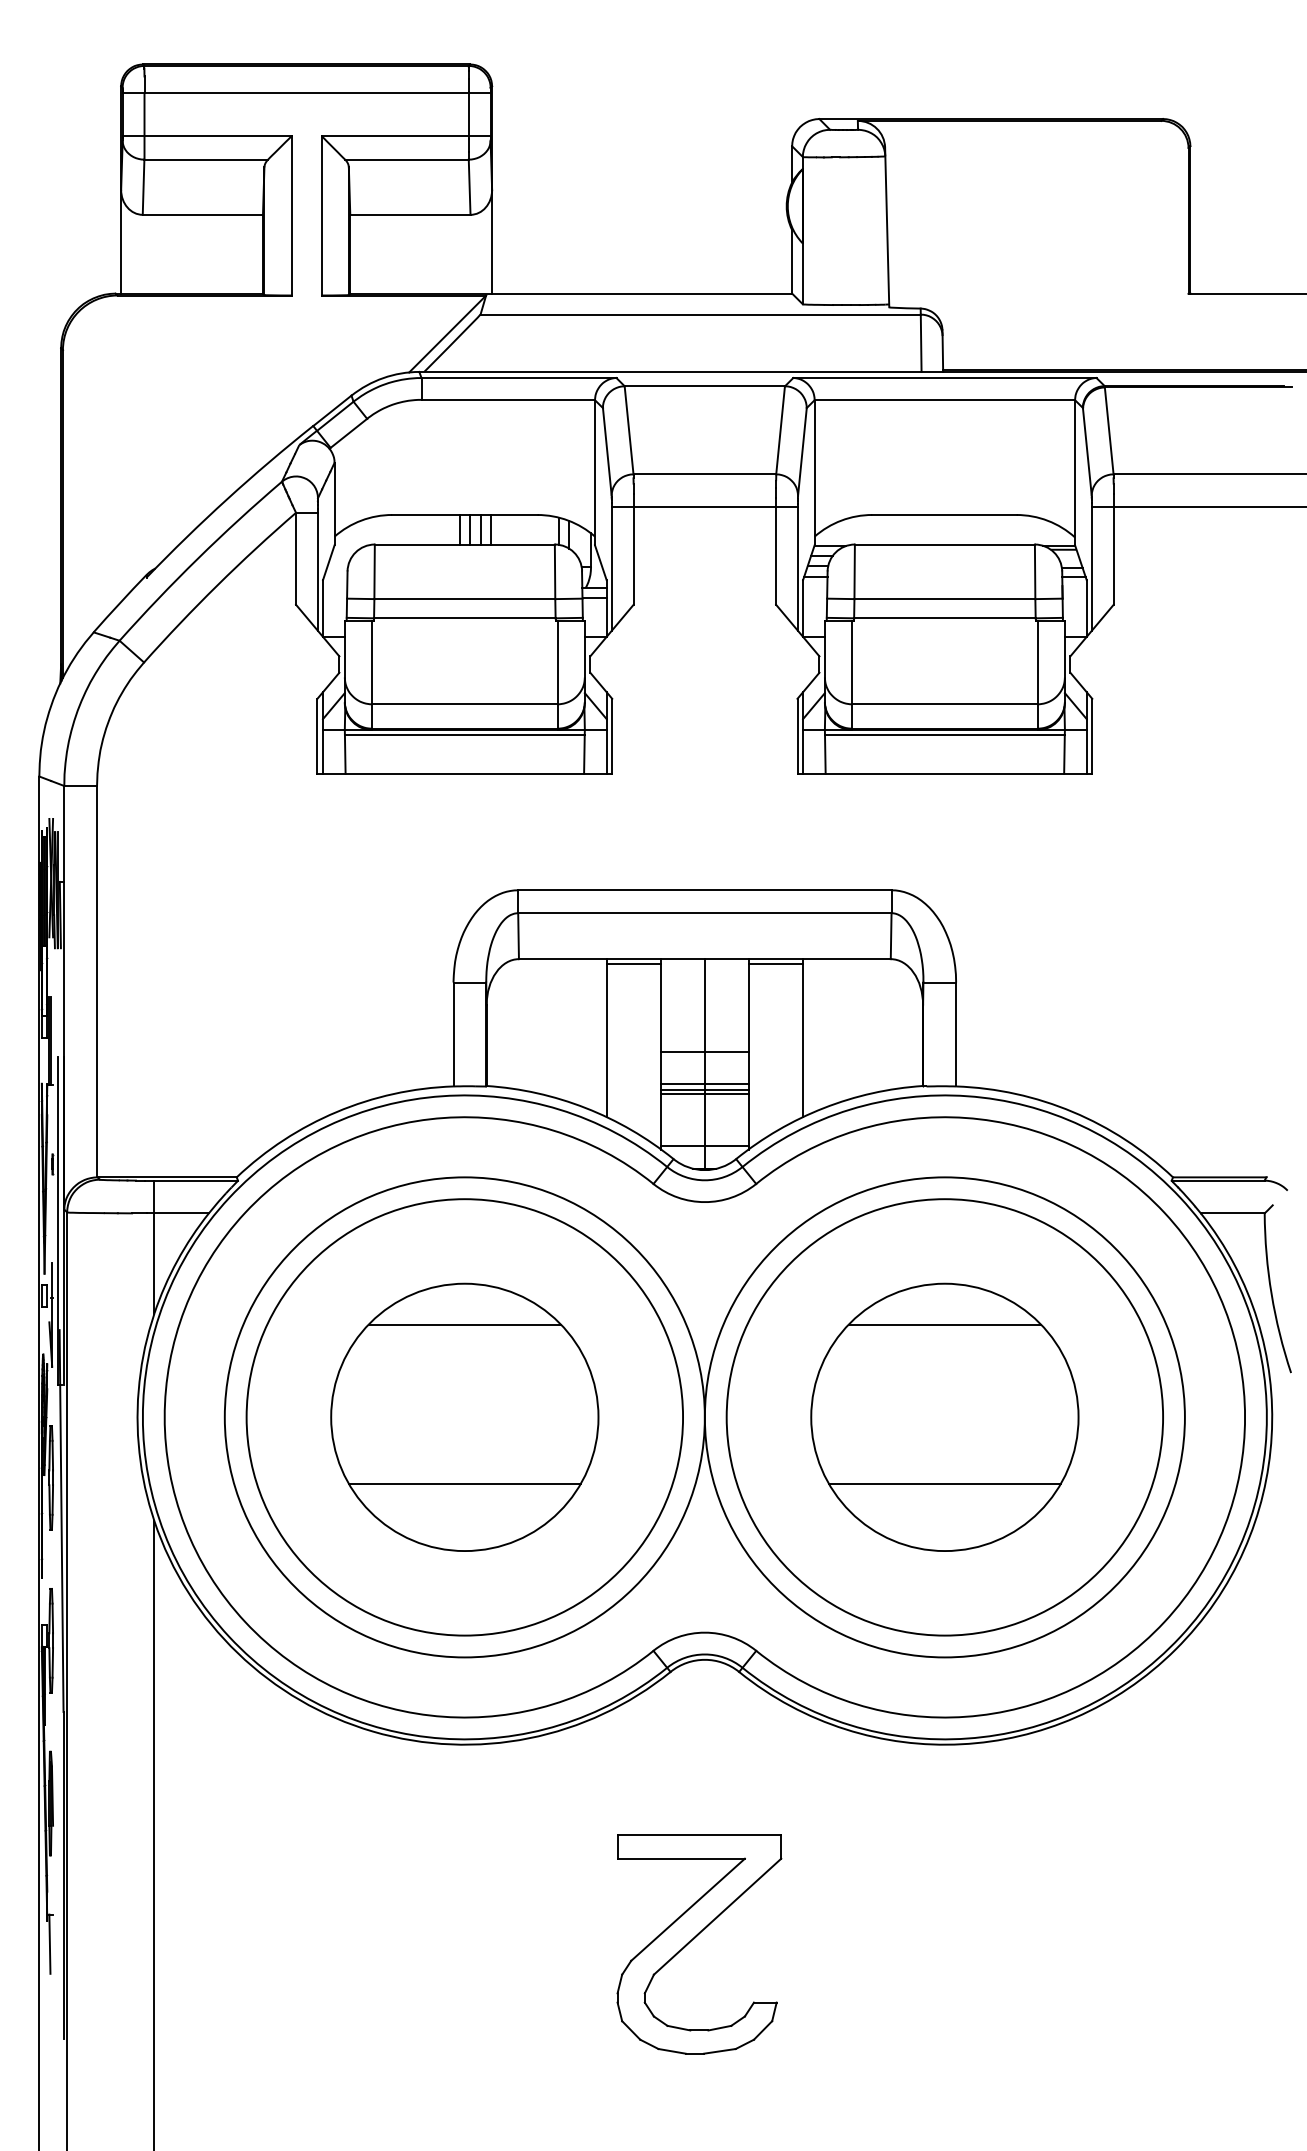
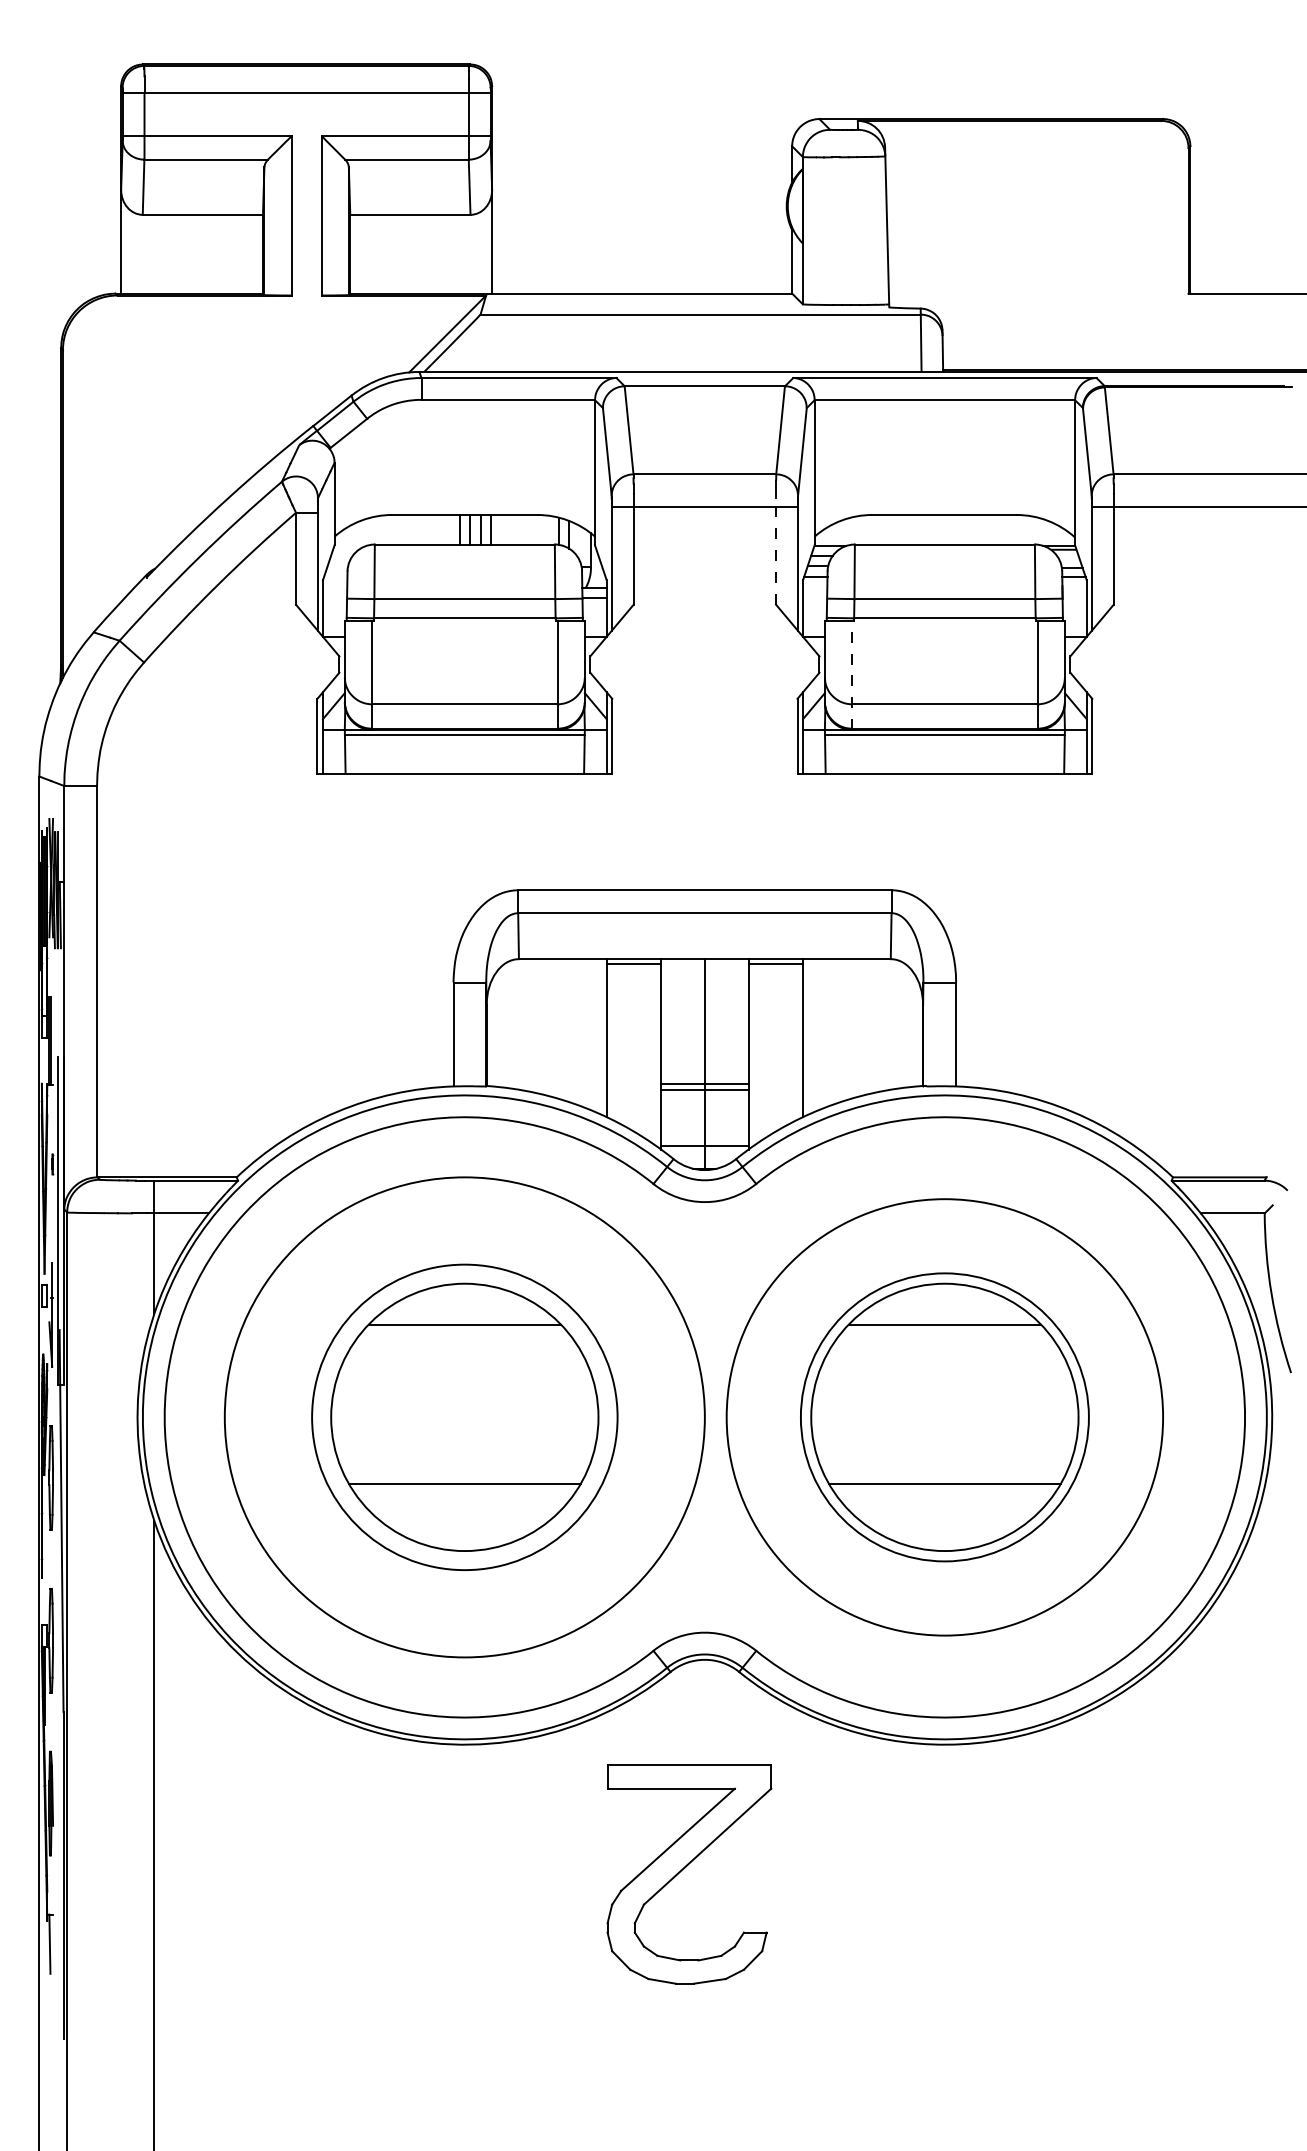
line at (776, 550): solid -> dashed
line at (852, 675): solid -> dashed
line at (704, 1052): present -> none
line at (704, 1093): present -> none
circle at (464, 1417) diameter: 436 px -> 305 px
circle at (944, 1417) diameter: 480 px -> 288 px
part at (694, 1939) position: (694, 1939) -> (684, 1869)
